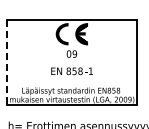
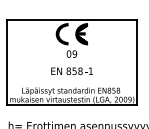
line at (7, 62): dashed -> solid
